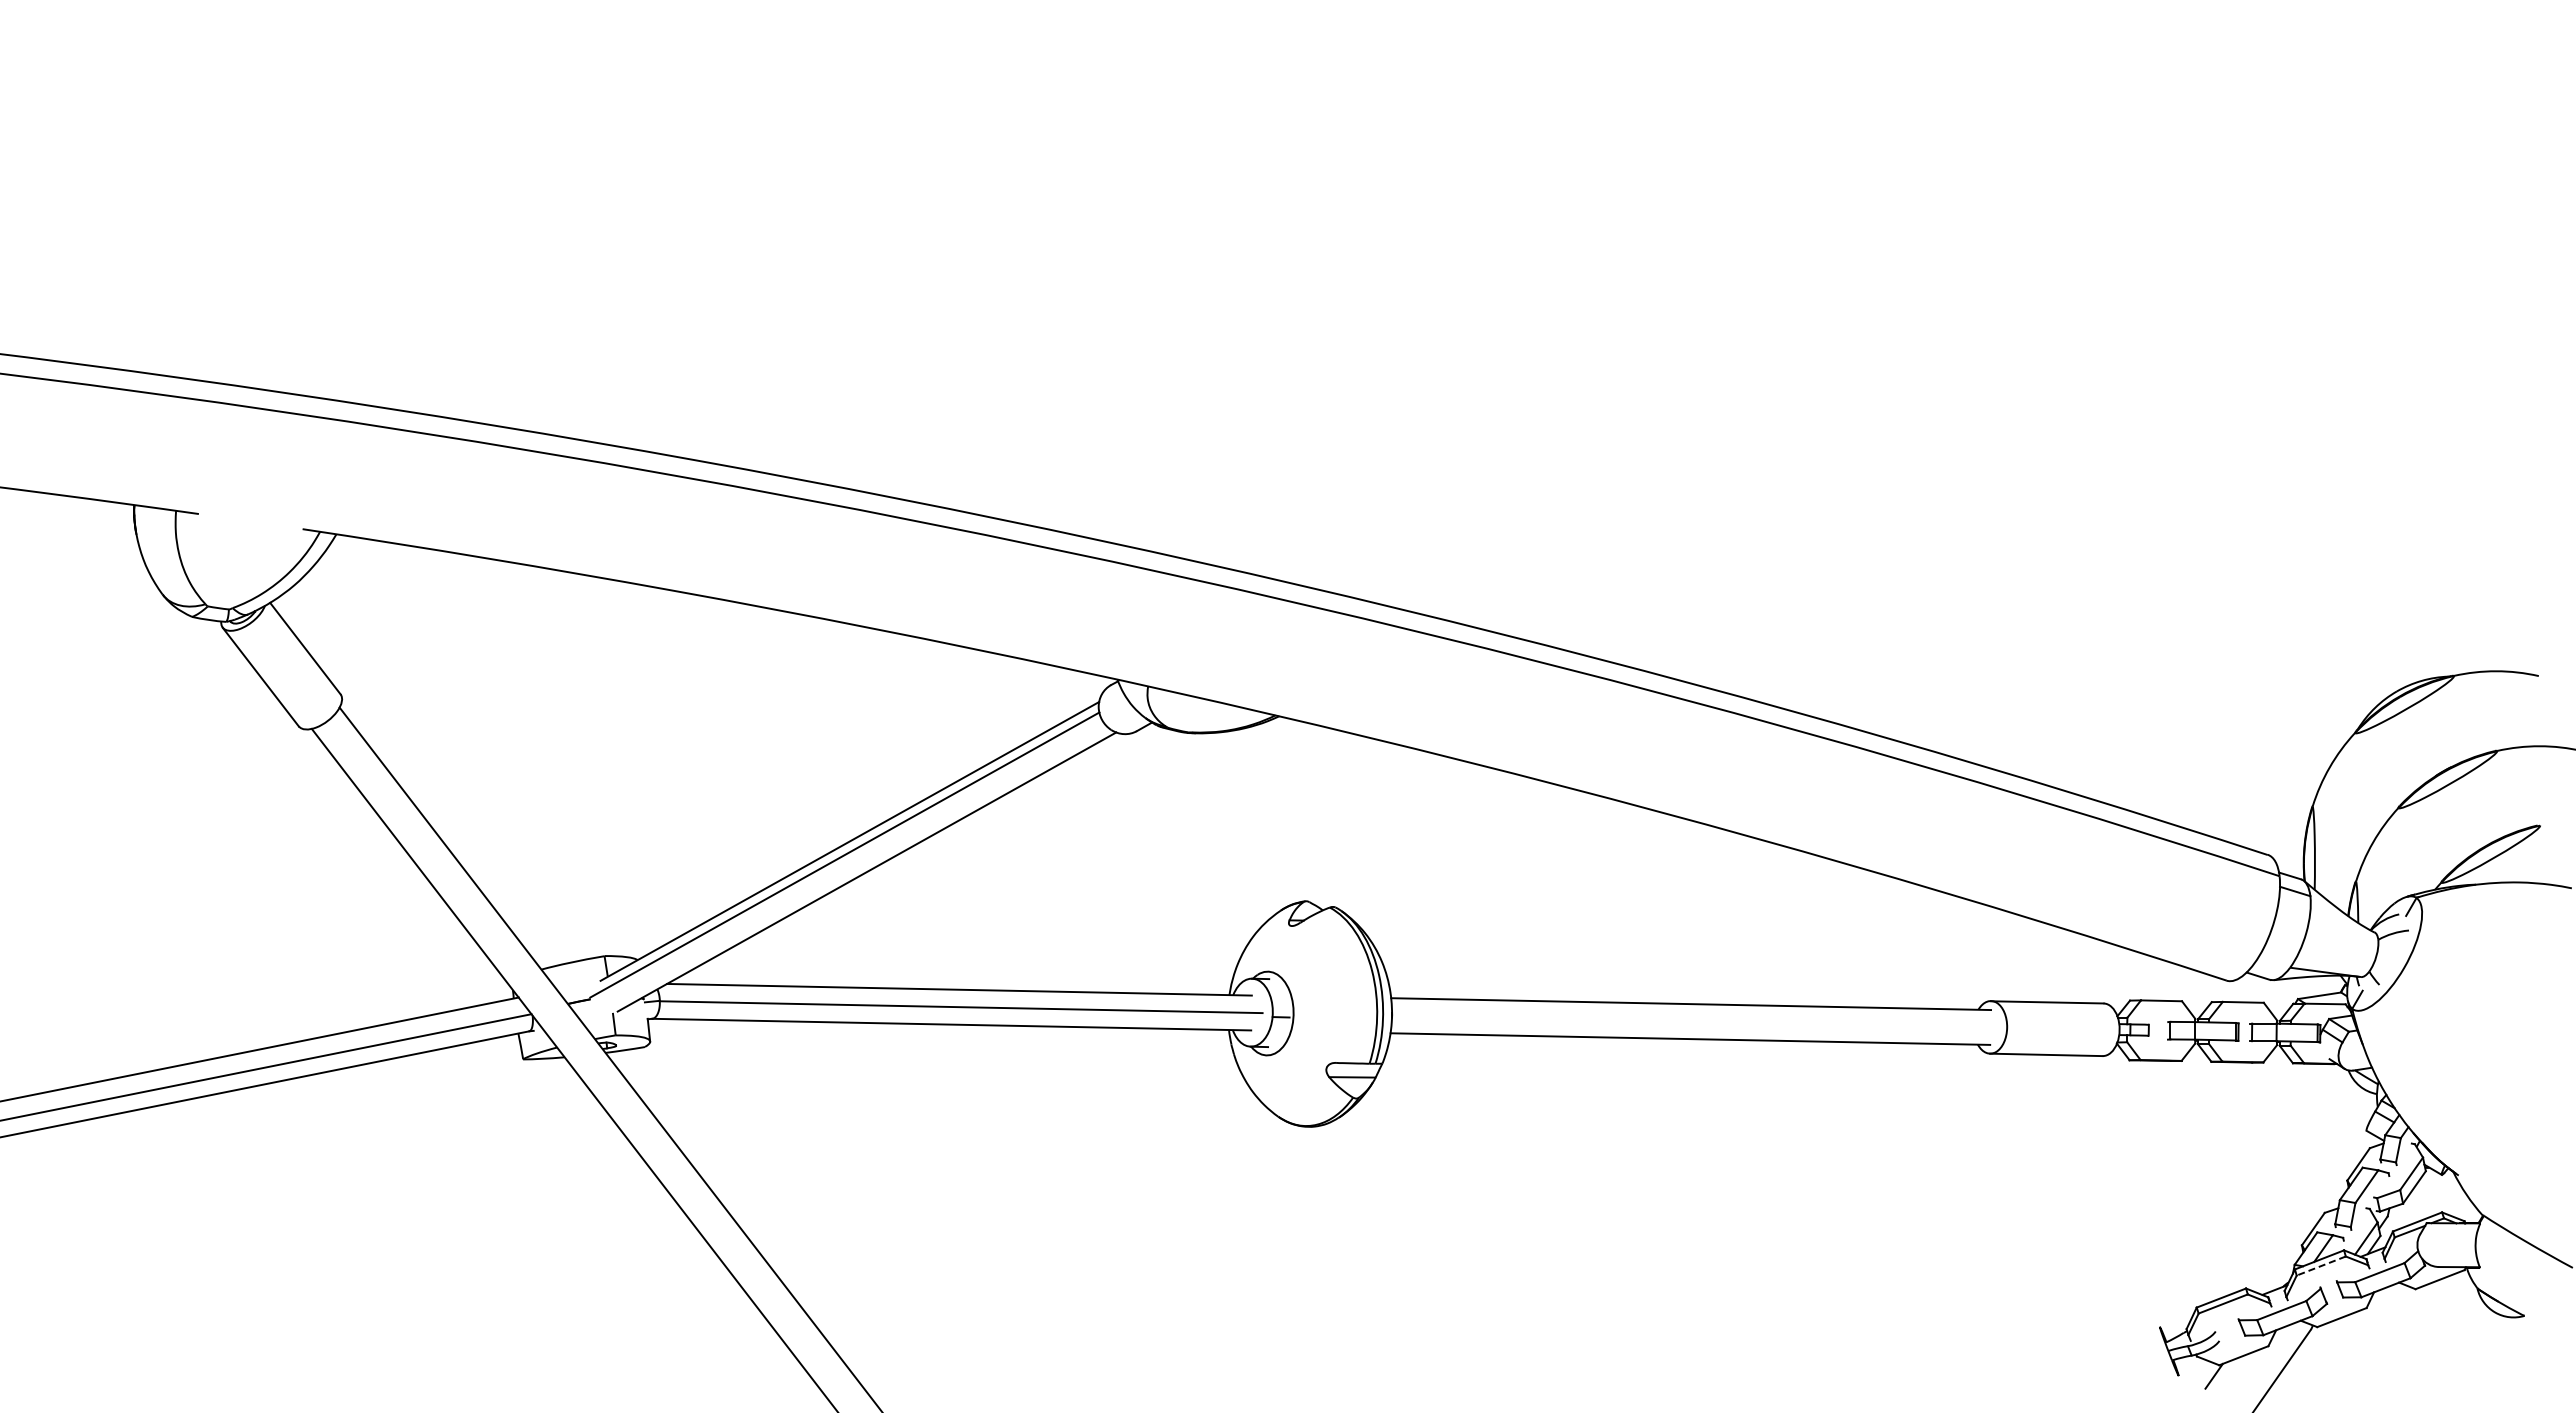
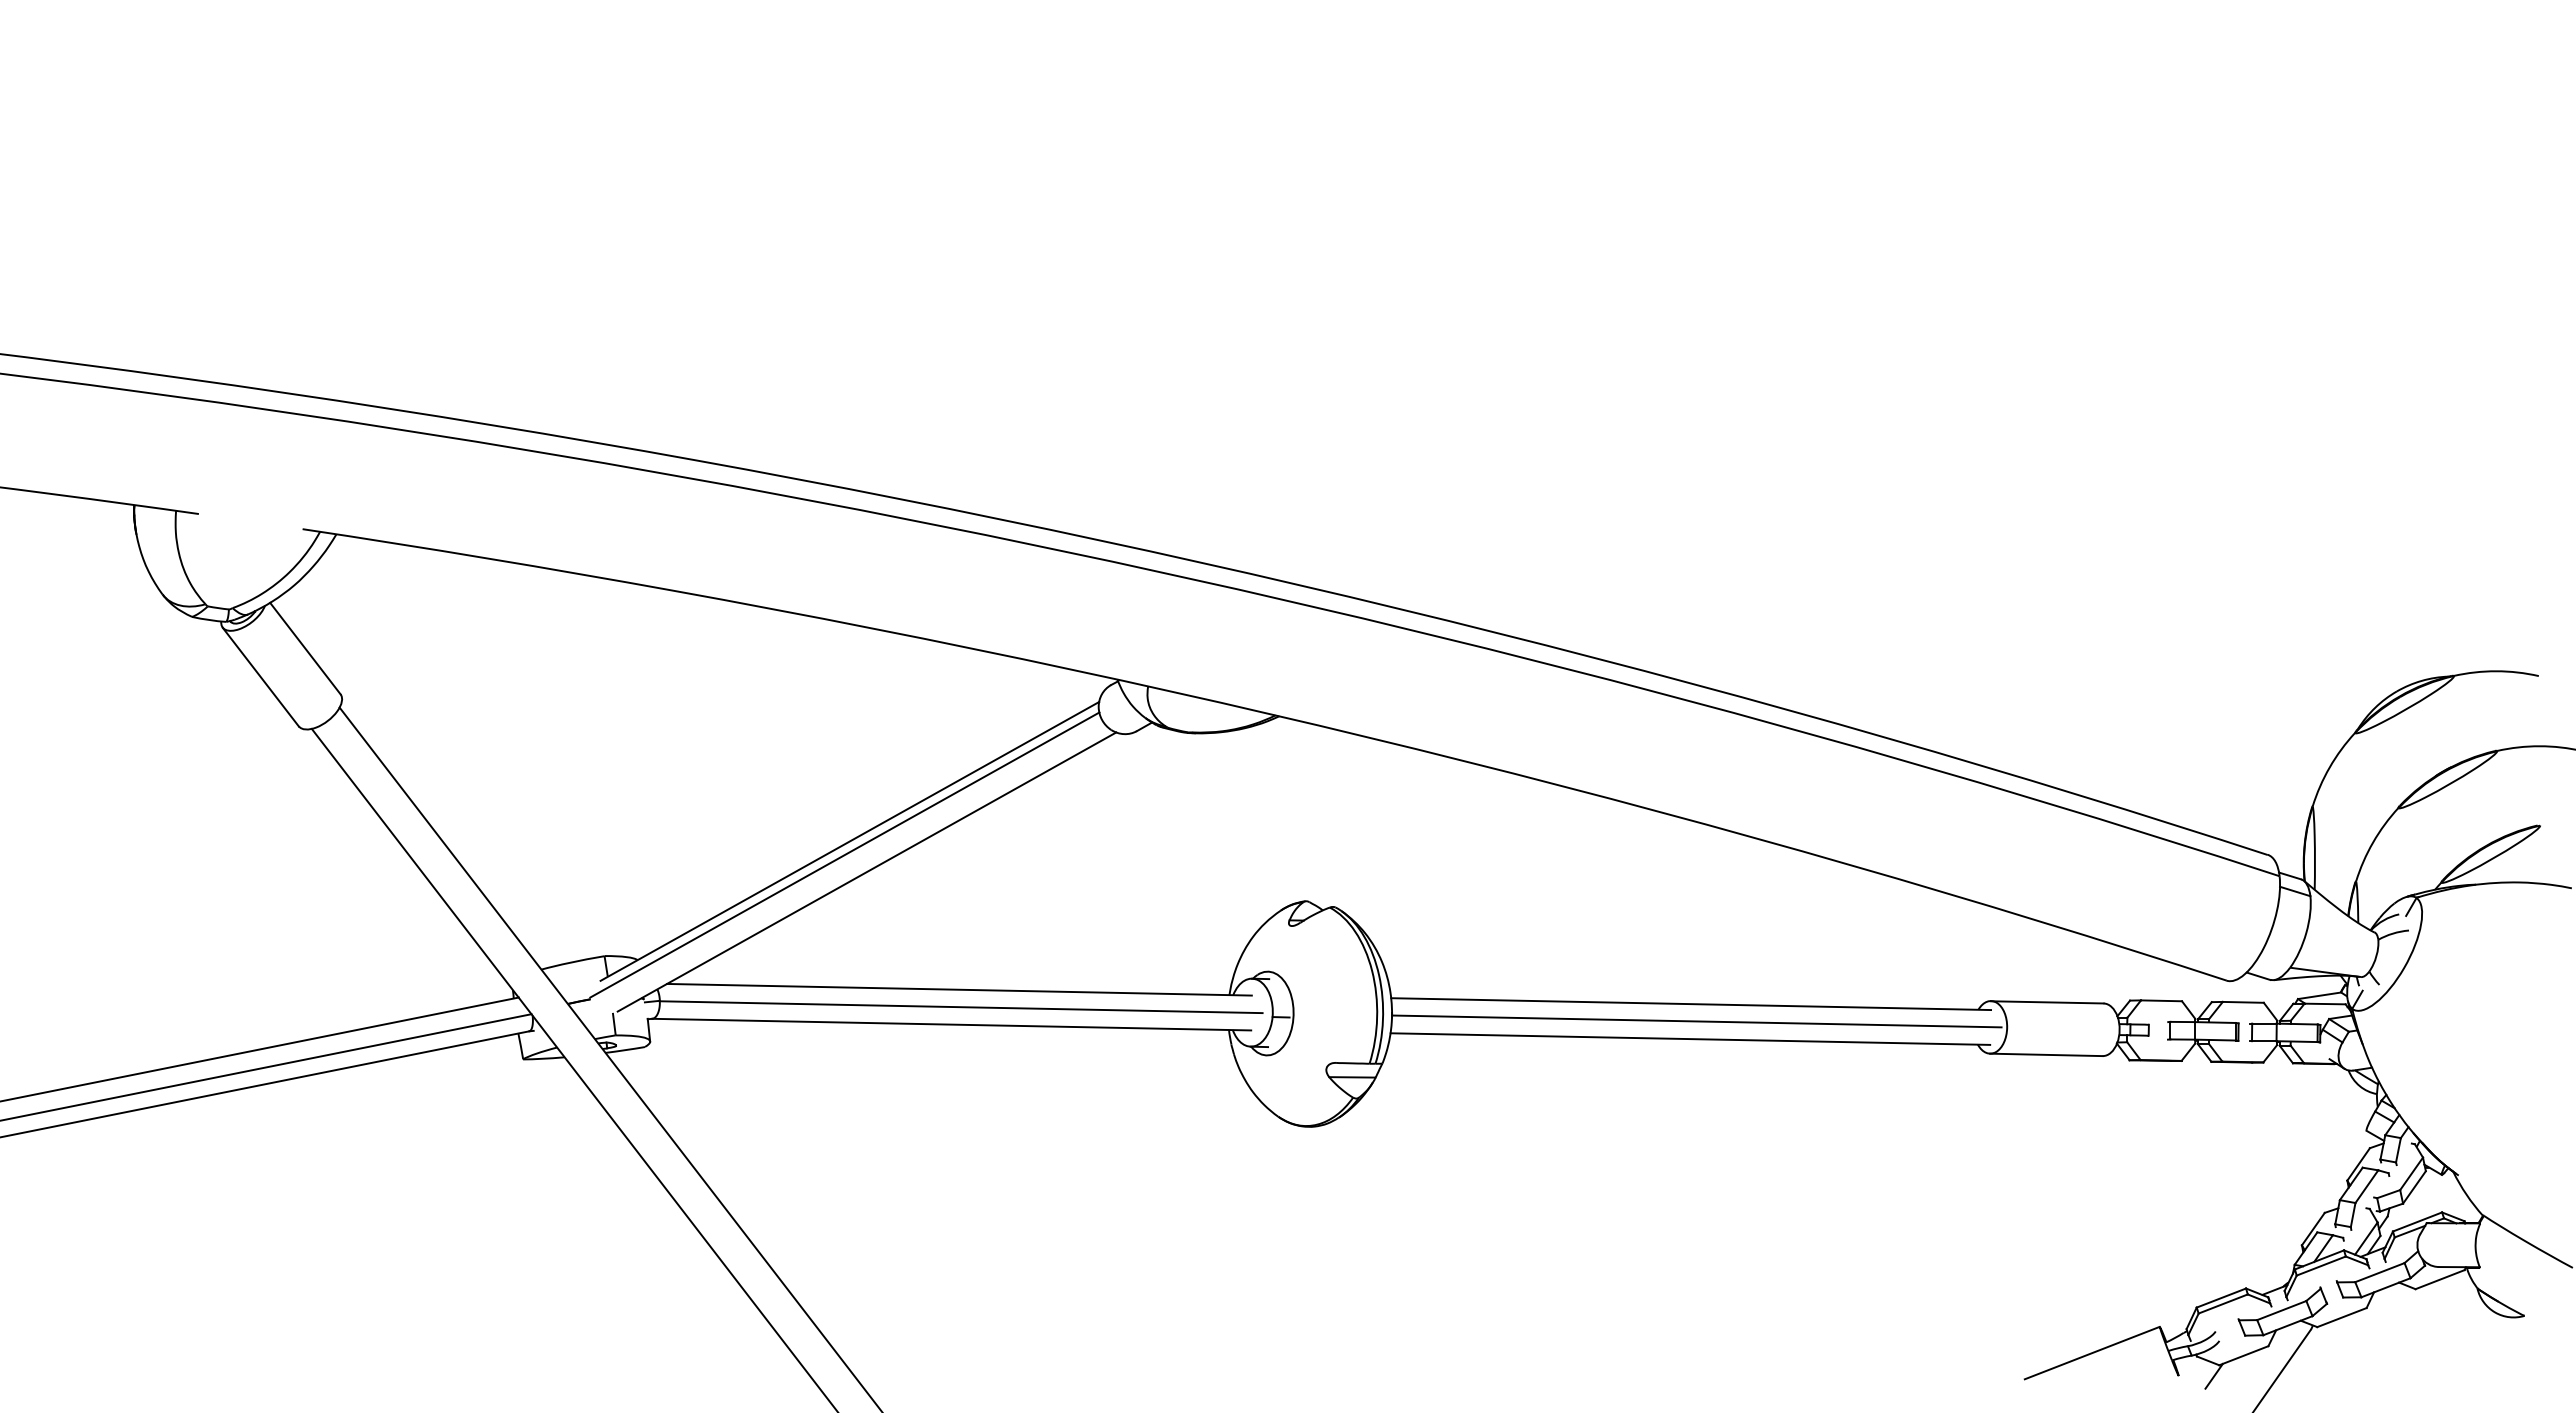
line at (1696, 1021): none -> present
line at (2320, 1266): dashed -> solid
line at (2091, 1352): none -> present
